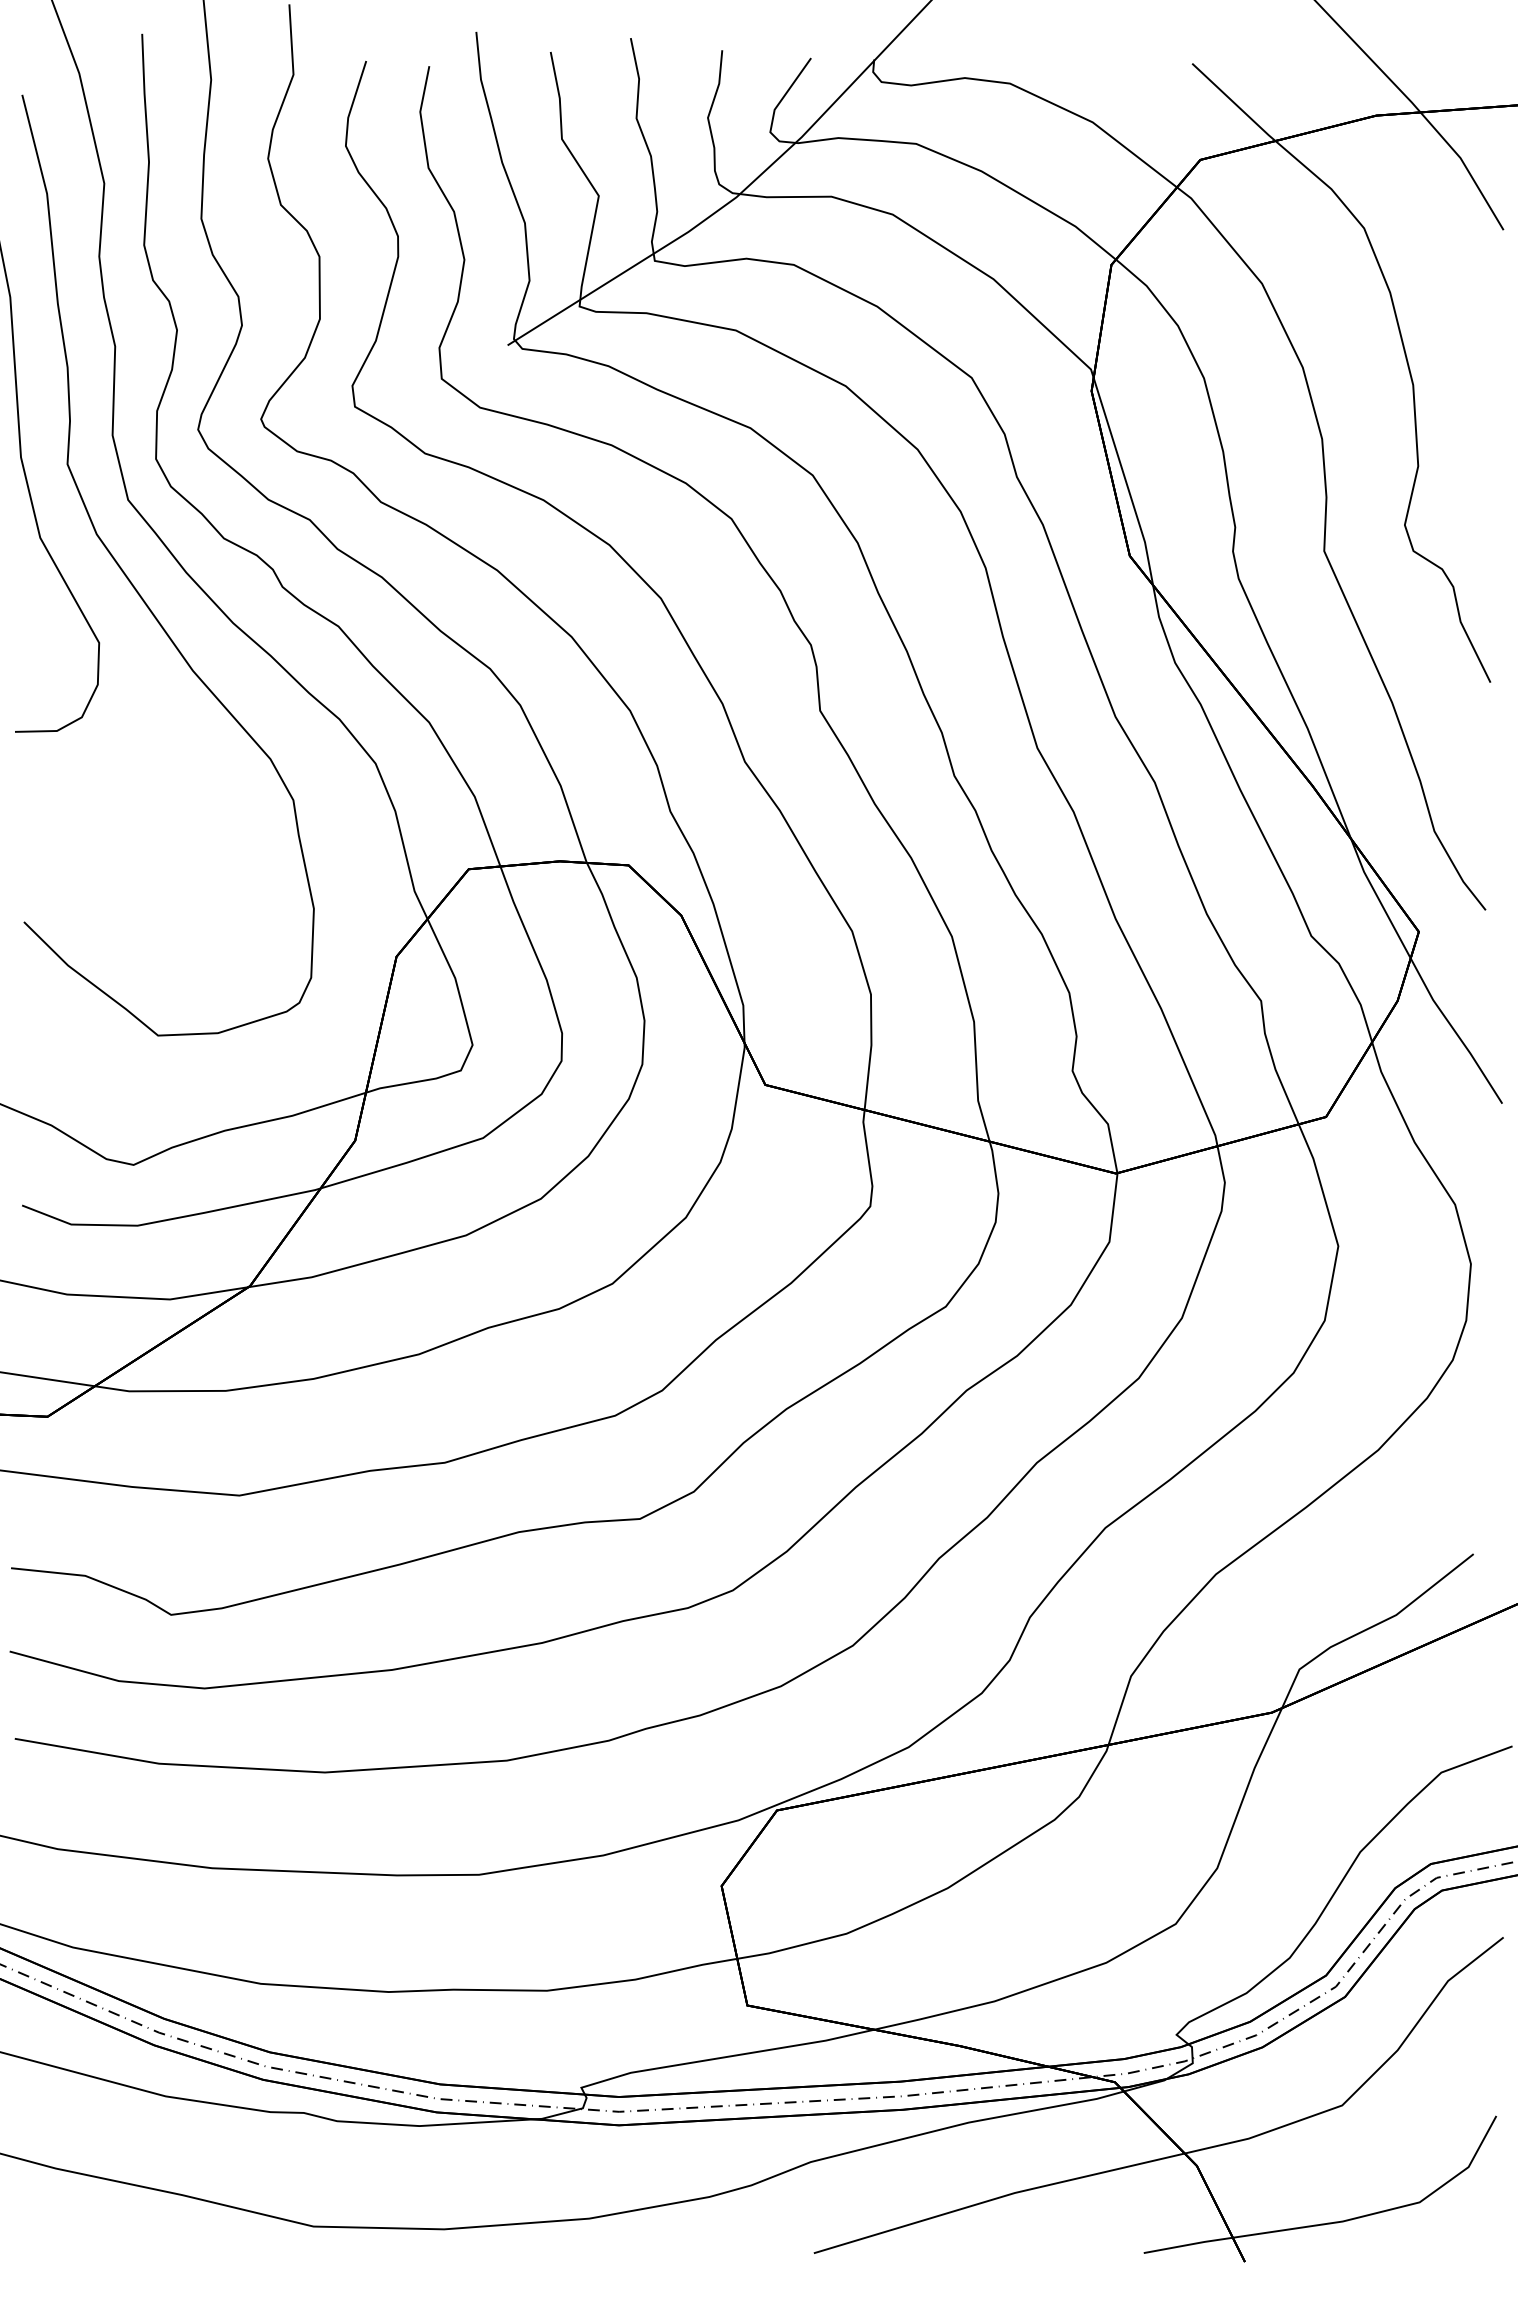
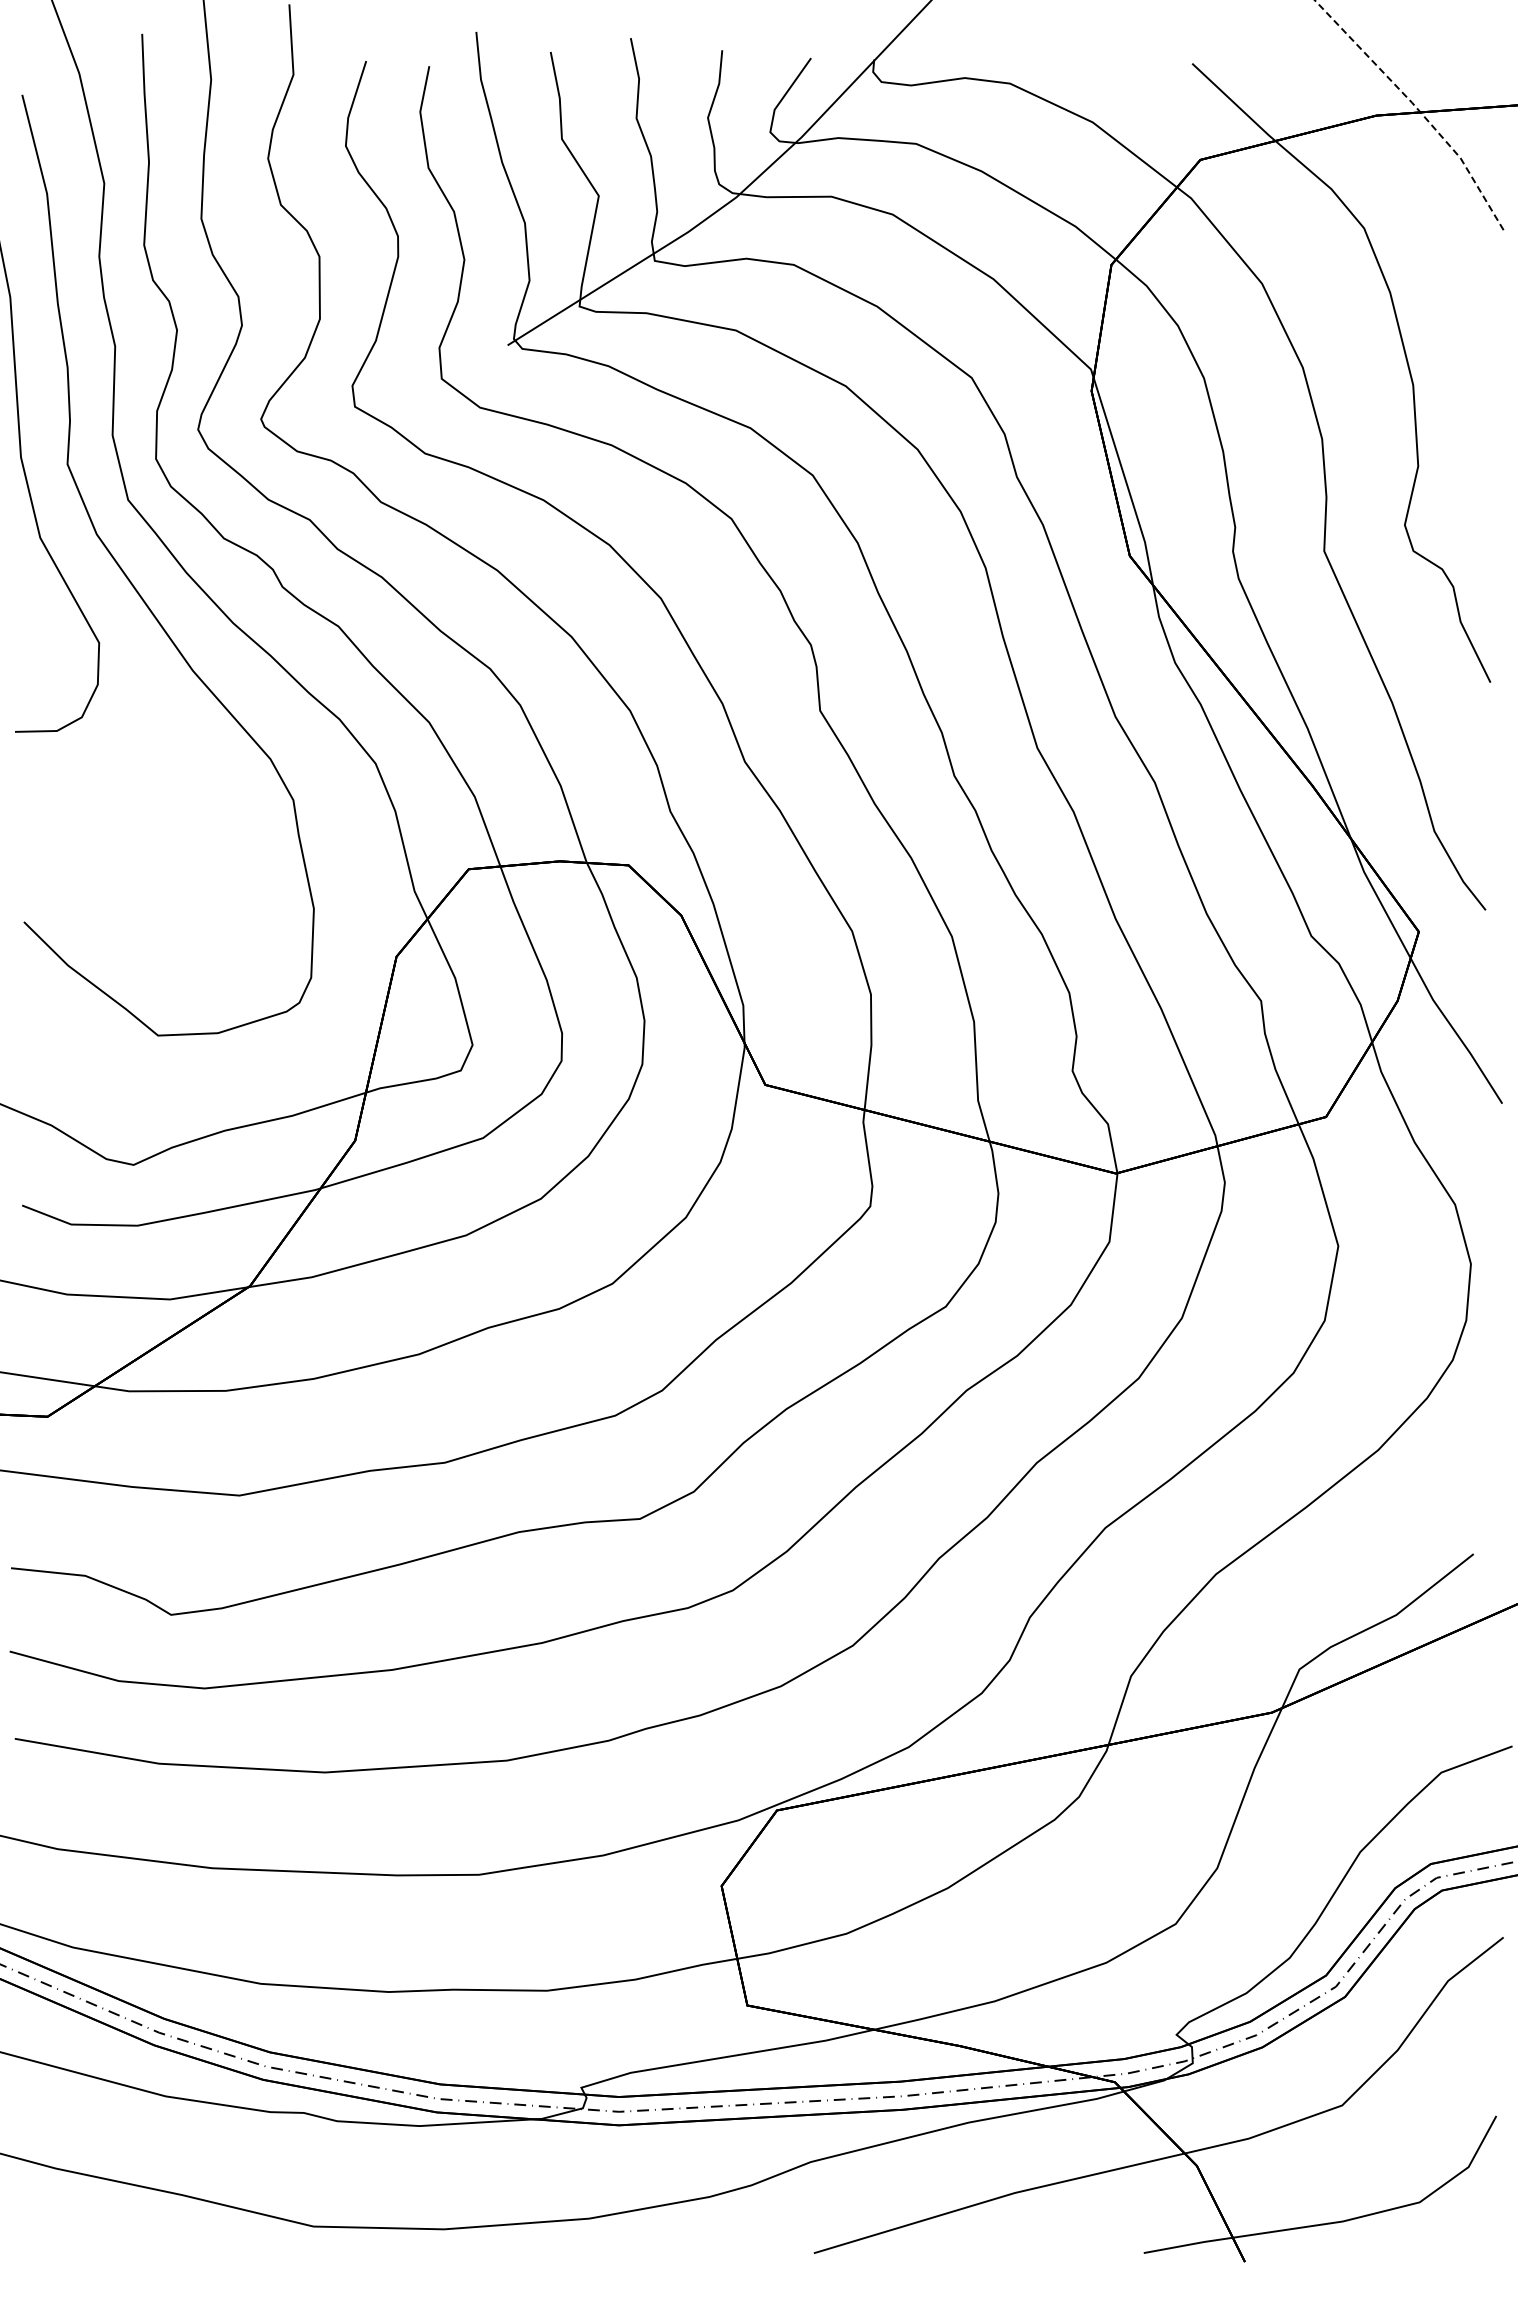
line at (1417, 108): solid -> dashed
